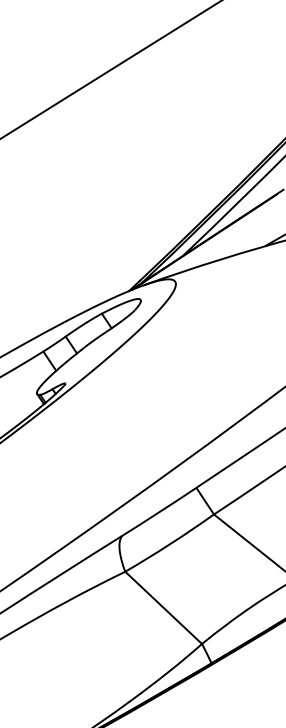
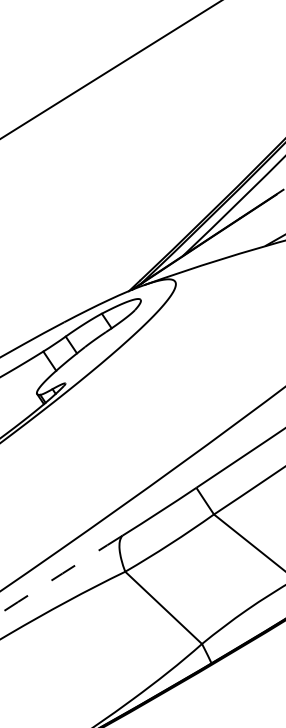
arc at (61, 574): solid -> dashed
